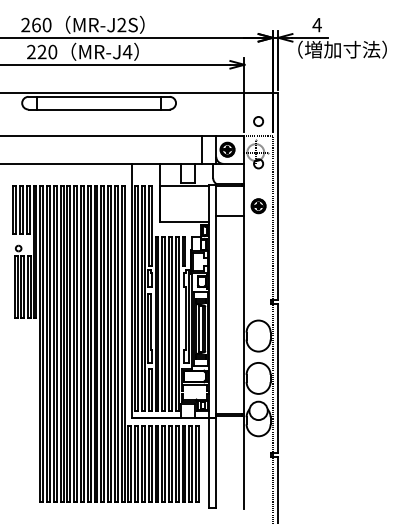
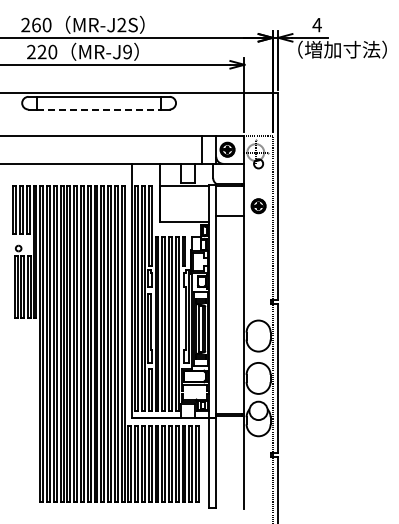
text at (127, 51): MR-J4 -> MR-J9
line at (99, 109): solid -> dashed
circle at (258, 121): present -> none
